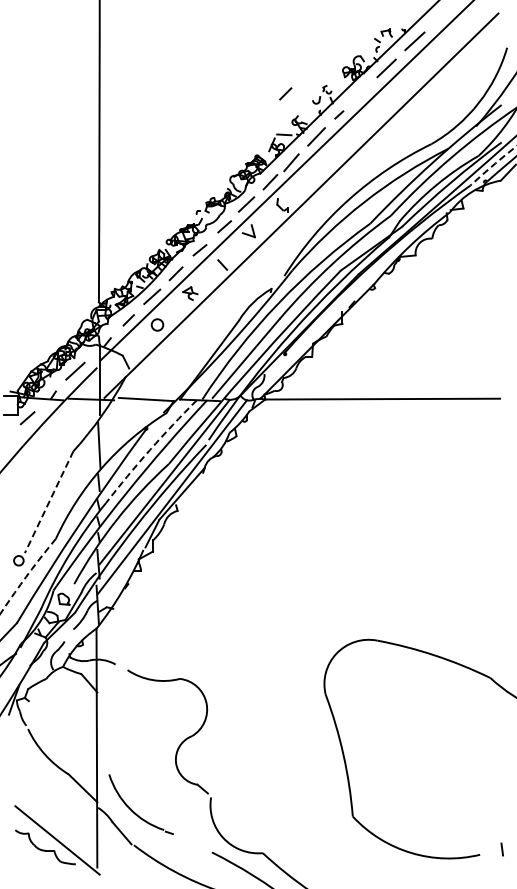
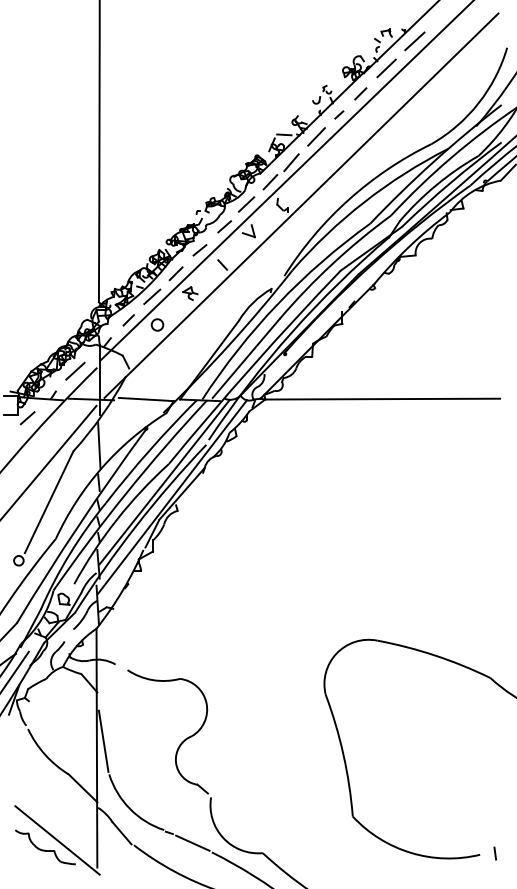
line at (285, 93) position: (285, 93) -> (360, 93)
arc at (493, 165): dashed -> solid
arc at (149, 450): dashed -> solid
line at (49, 461): none -> present
line at (48, 502): dashed -> solid
arc at (26, 576): dashed -> solid
line at (15, 670): none -> present
line at (103, 740): none -> present
line at (192, 842): none -> present
line at (501, 849) position: (501, 849) -> (494, 853)
